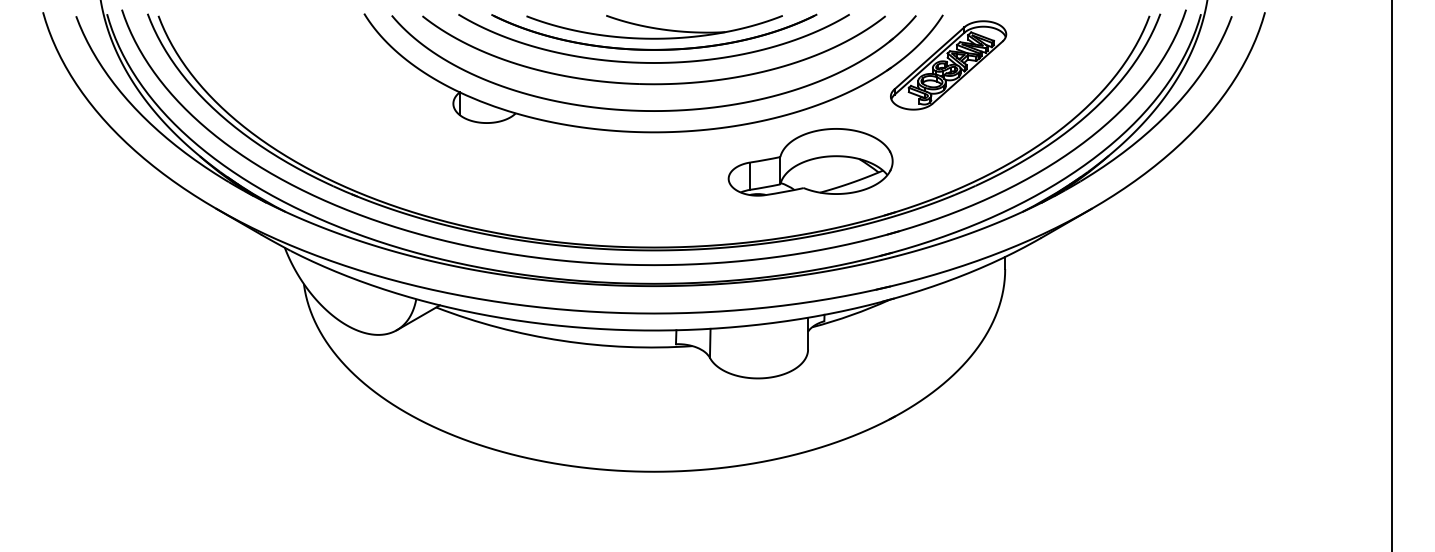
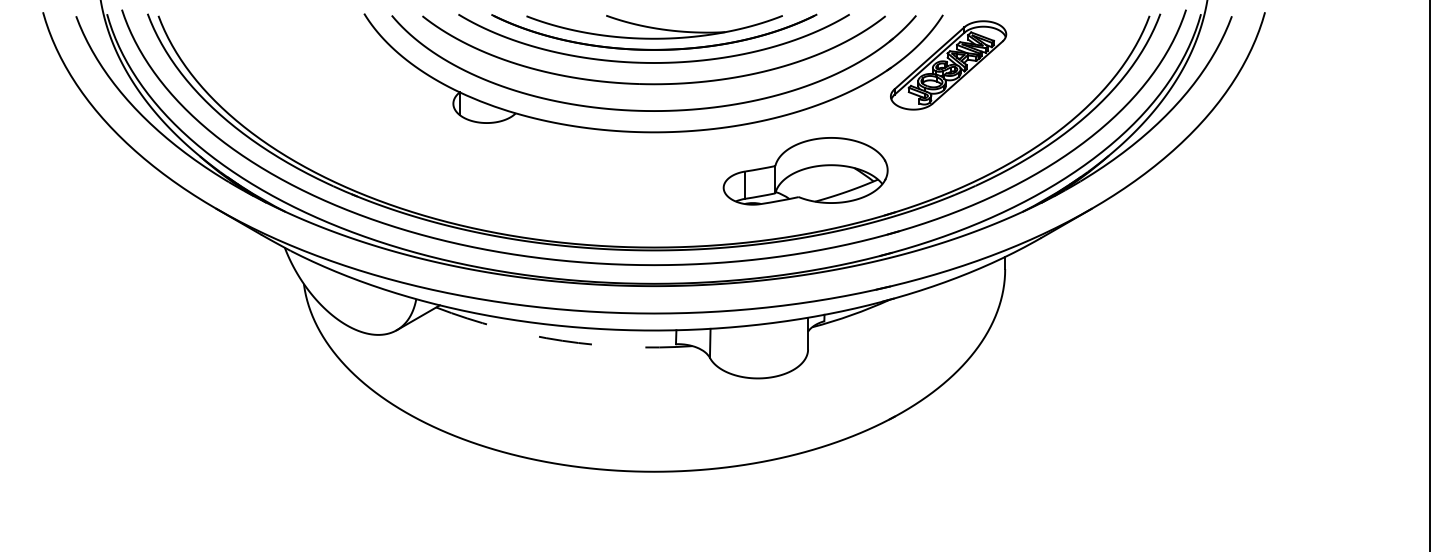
part at (810, 162) position: (810, 162) -> (805, 171)
line at (1391, 275) position: (1391, 275) -> (1429, 275)
arc at (562, 340): solid -> dashed
